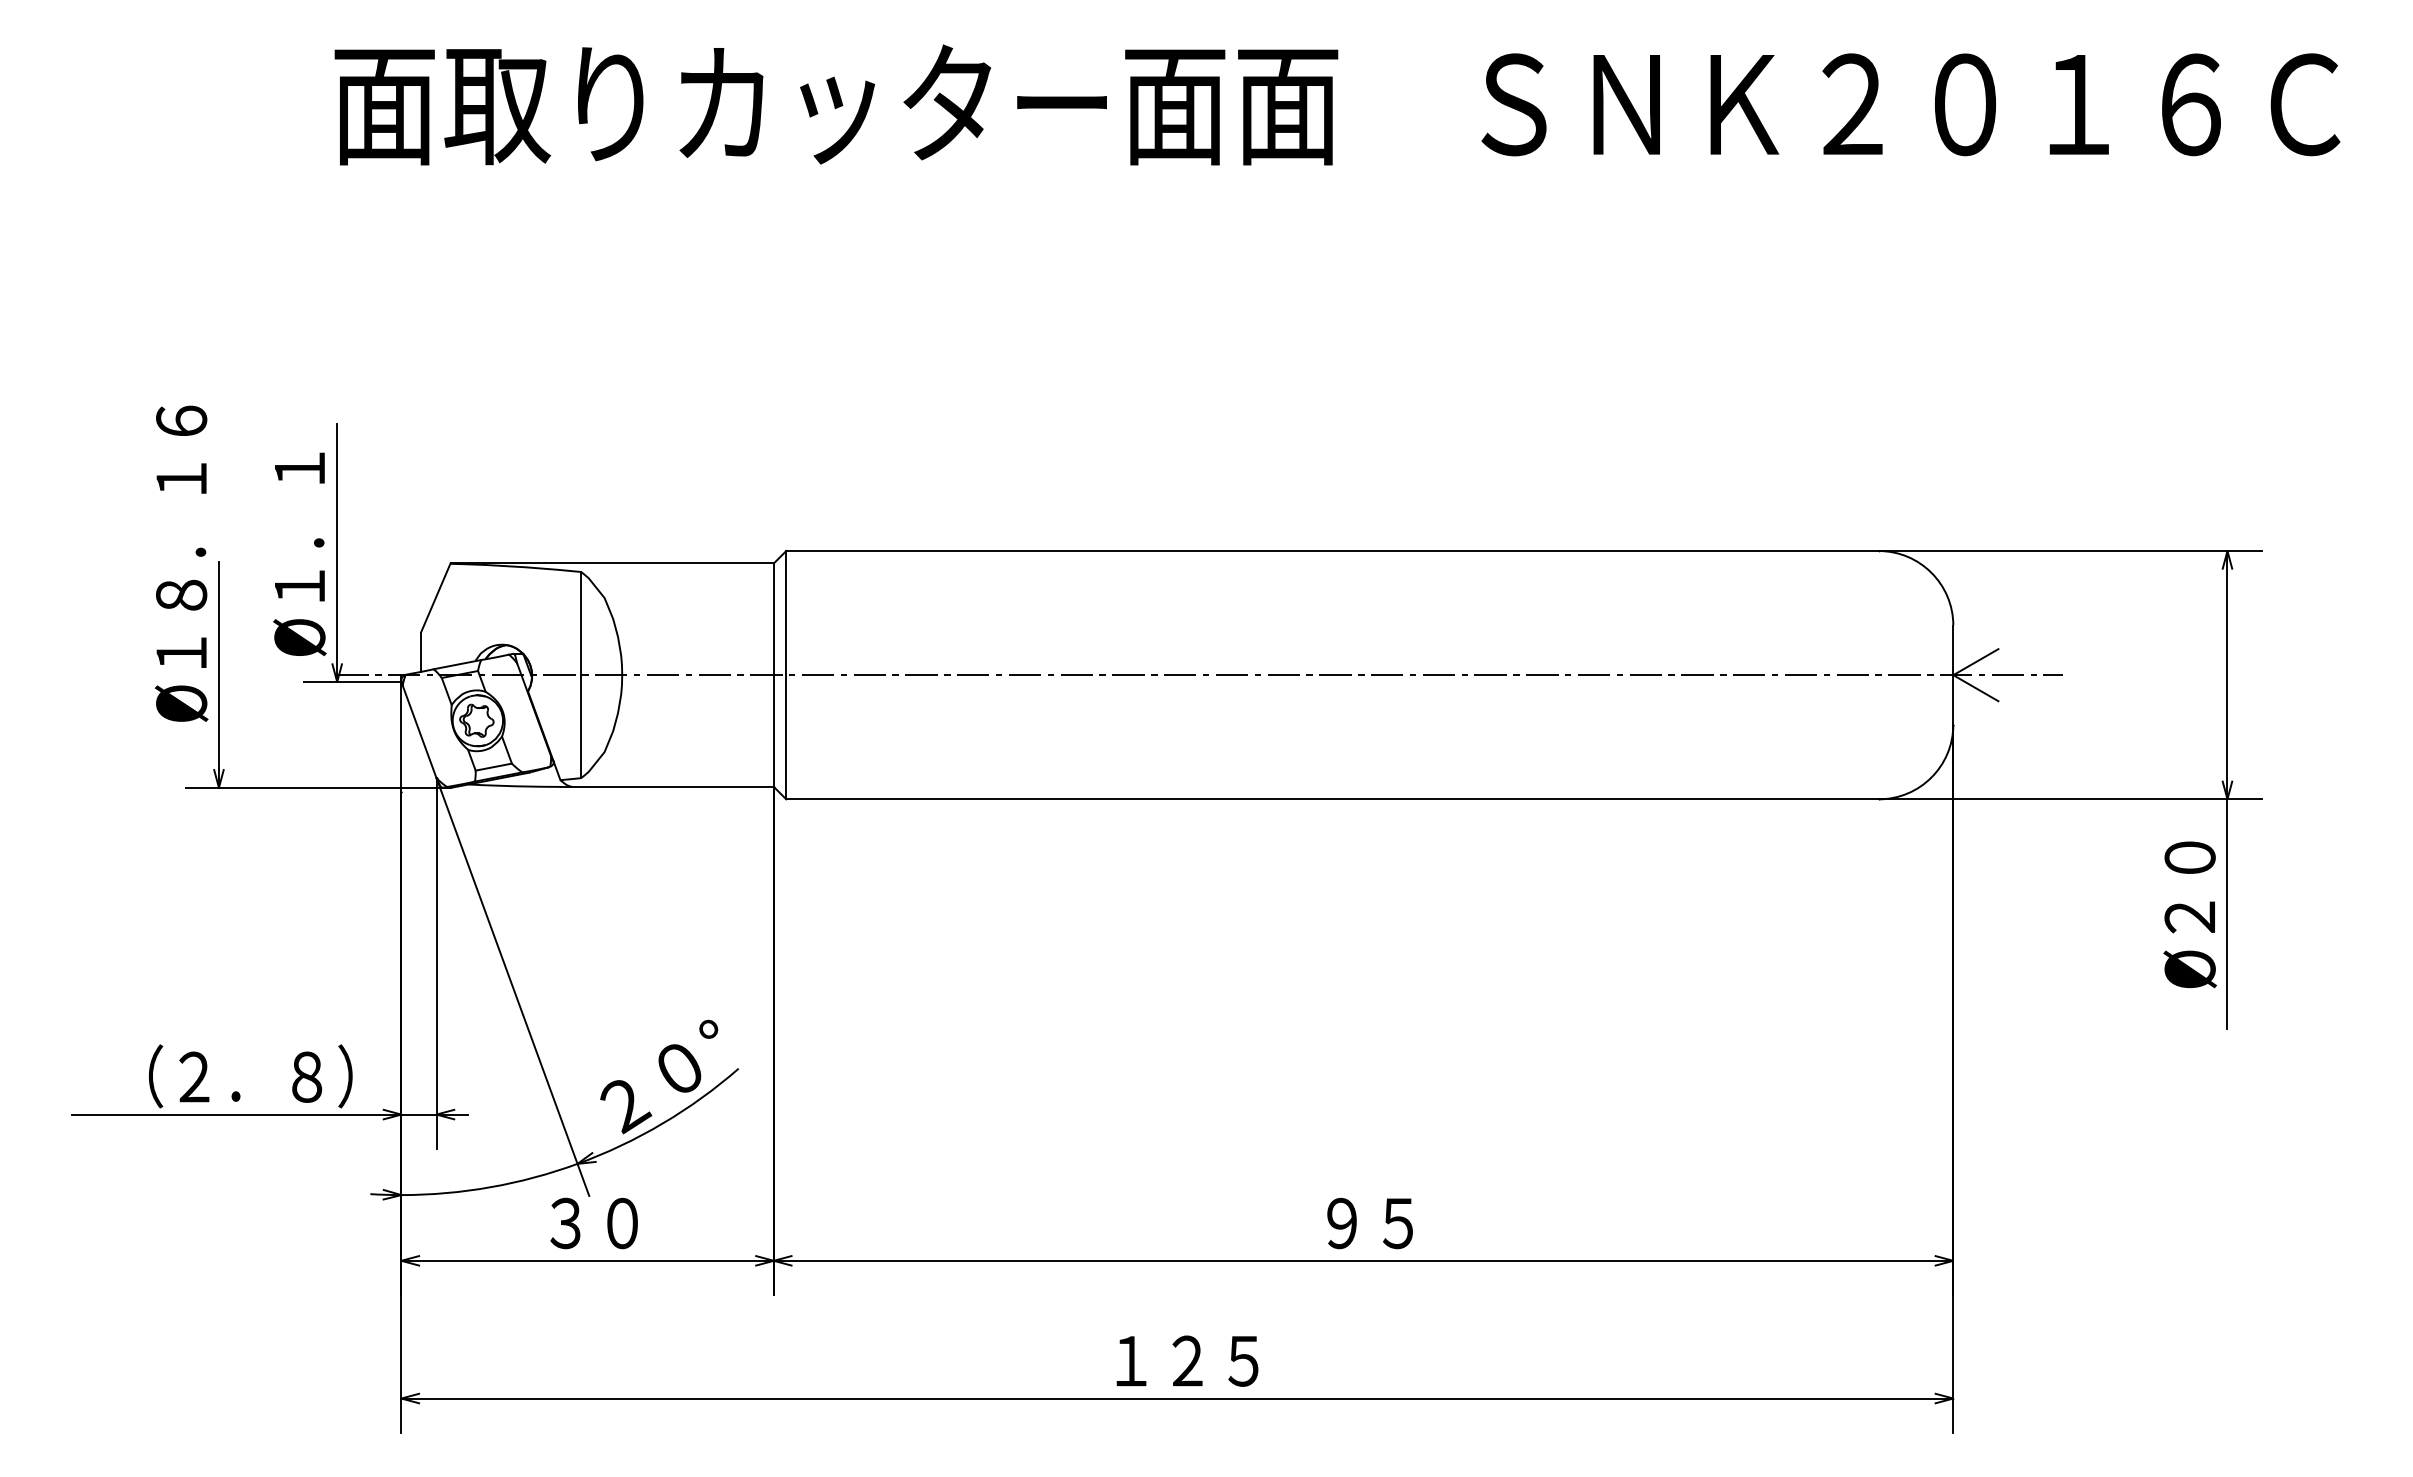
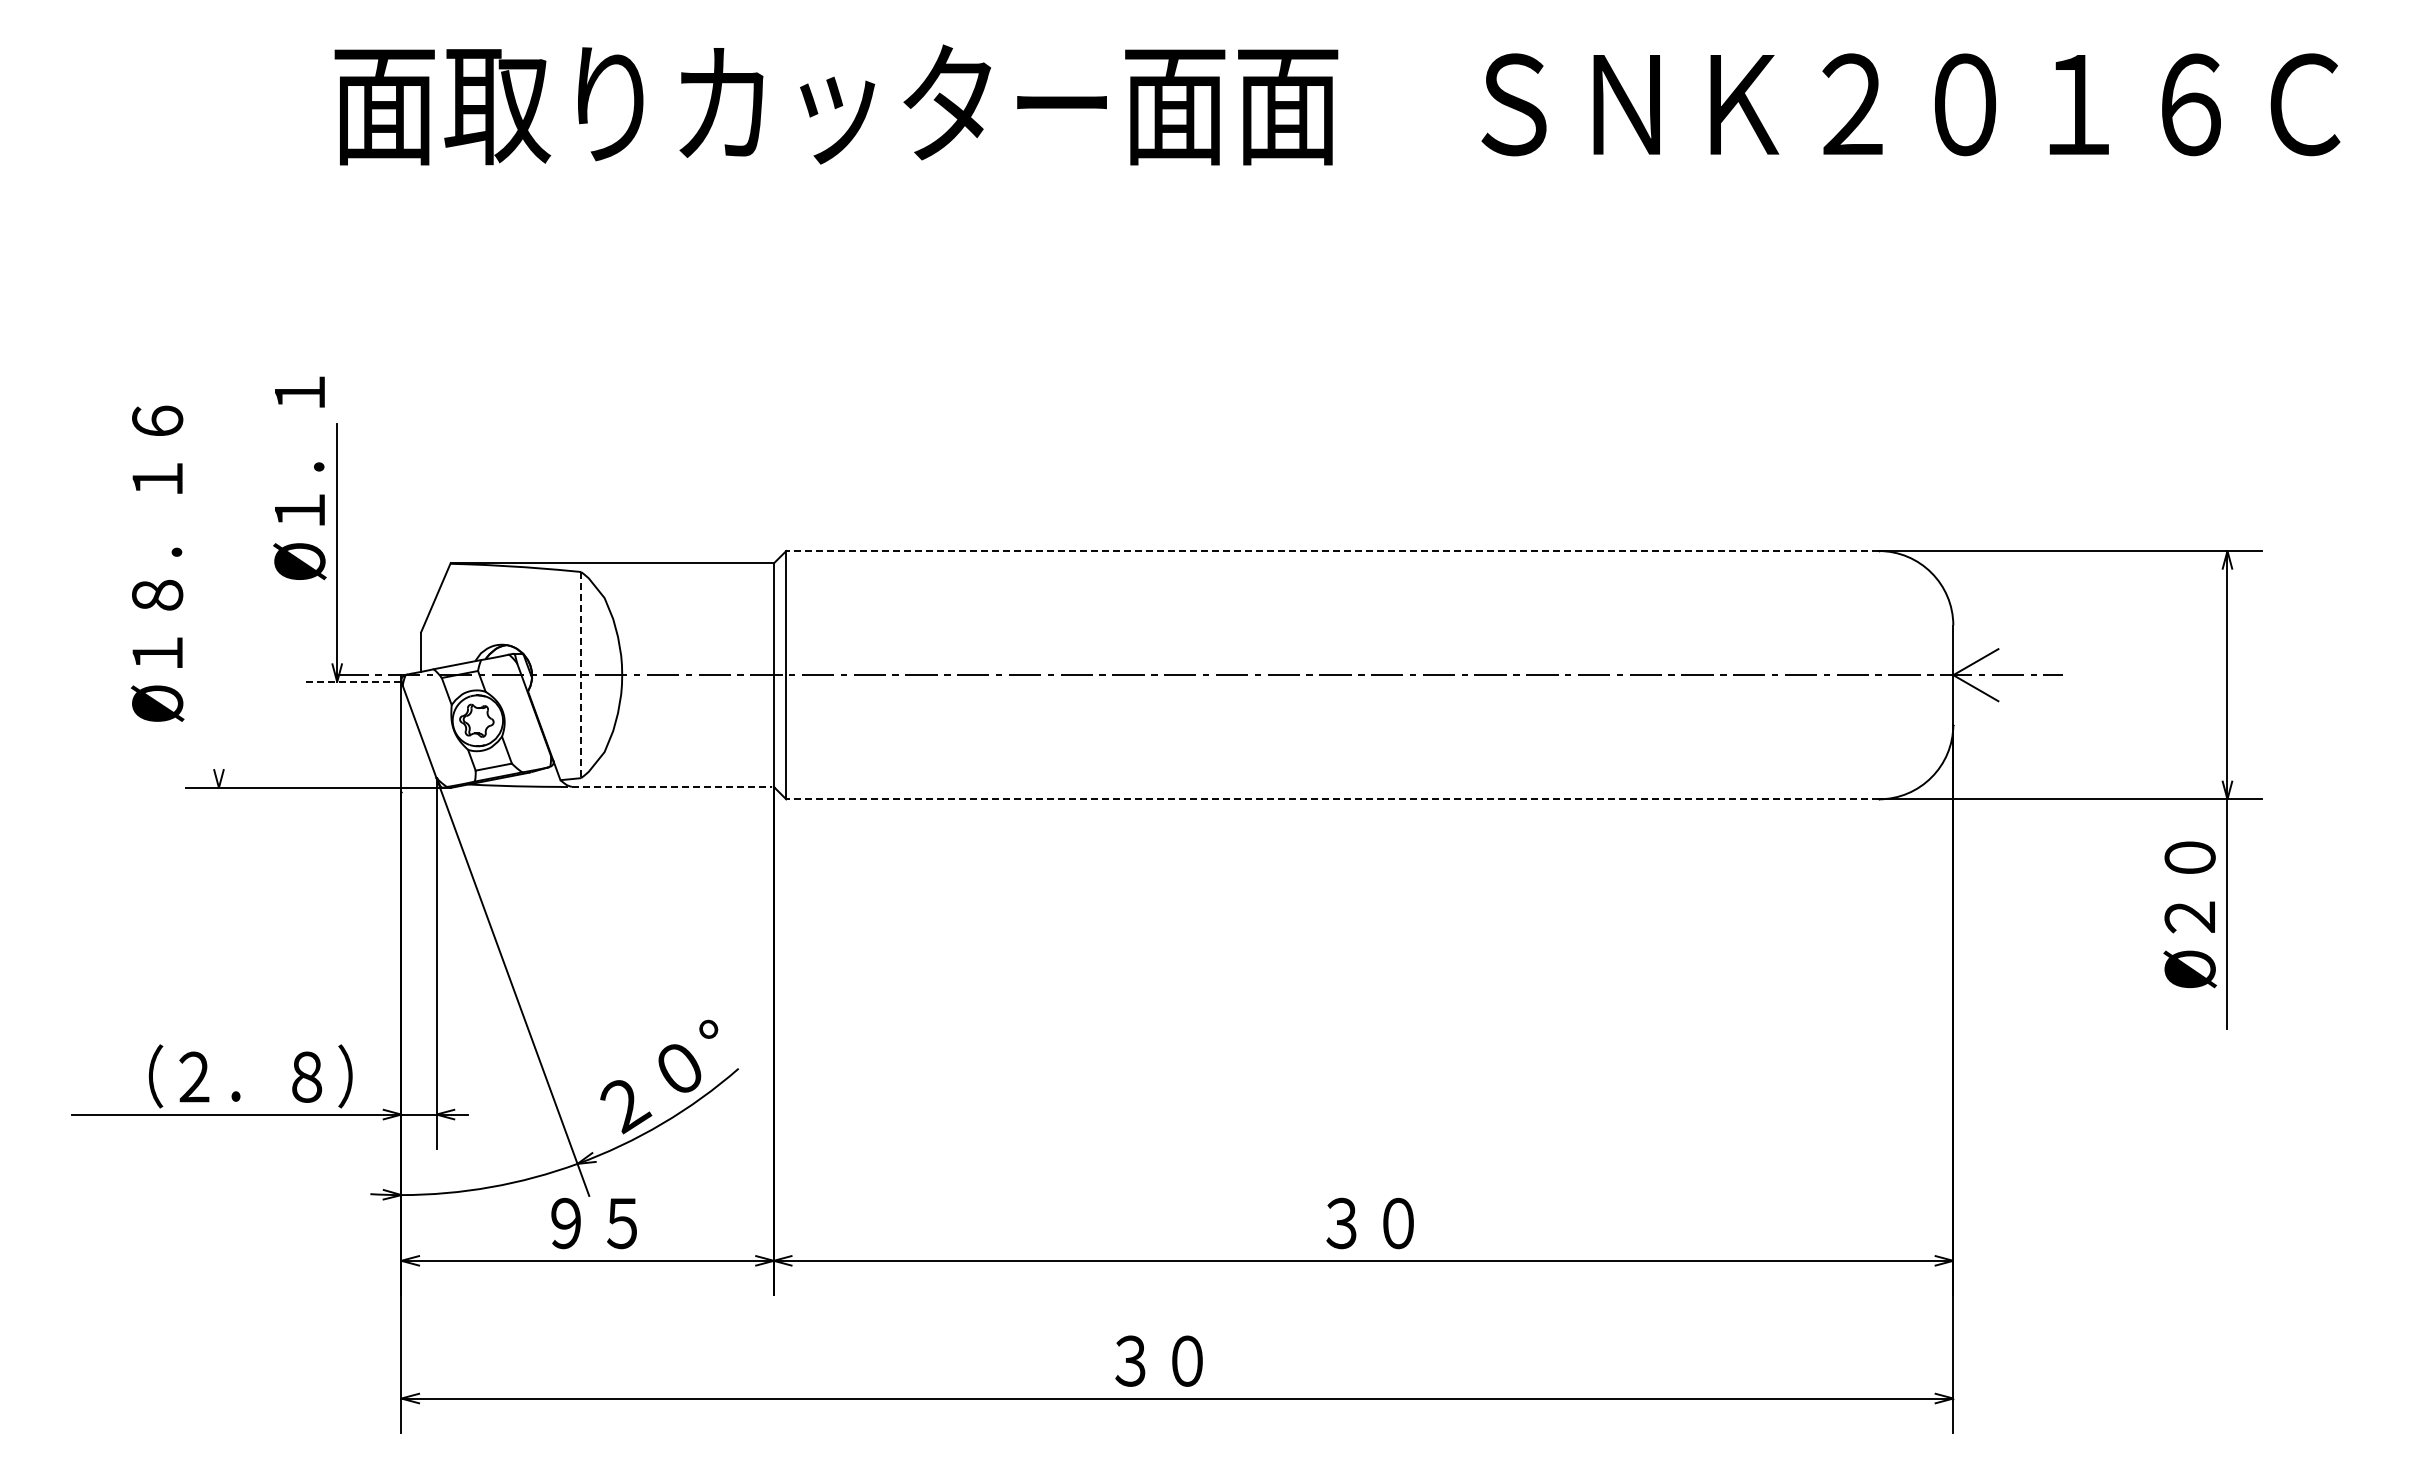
line at (1332, 551): solid -> dashed
text at (299, 554) position: (299, 554) -> (299, 478)
text at (181, 563) position: (181, 563) -> (157, 563)
line at (218, 674): present -> none
line at (581, 675): solid -> dashed
line at (351, 682): solid -> dashed
line at (666, 786): solid -> dashed
line at (1332, 799): solid -> dashed
text at (593, 1223): ３０ -> ９５
text at (1369, 1223): ９５ -> ３０
text at (1186, 1360): １２５ -> ３０
